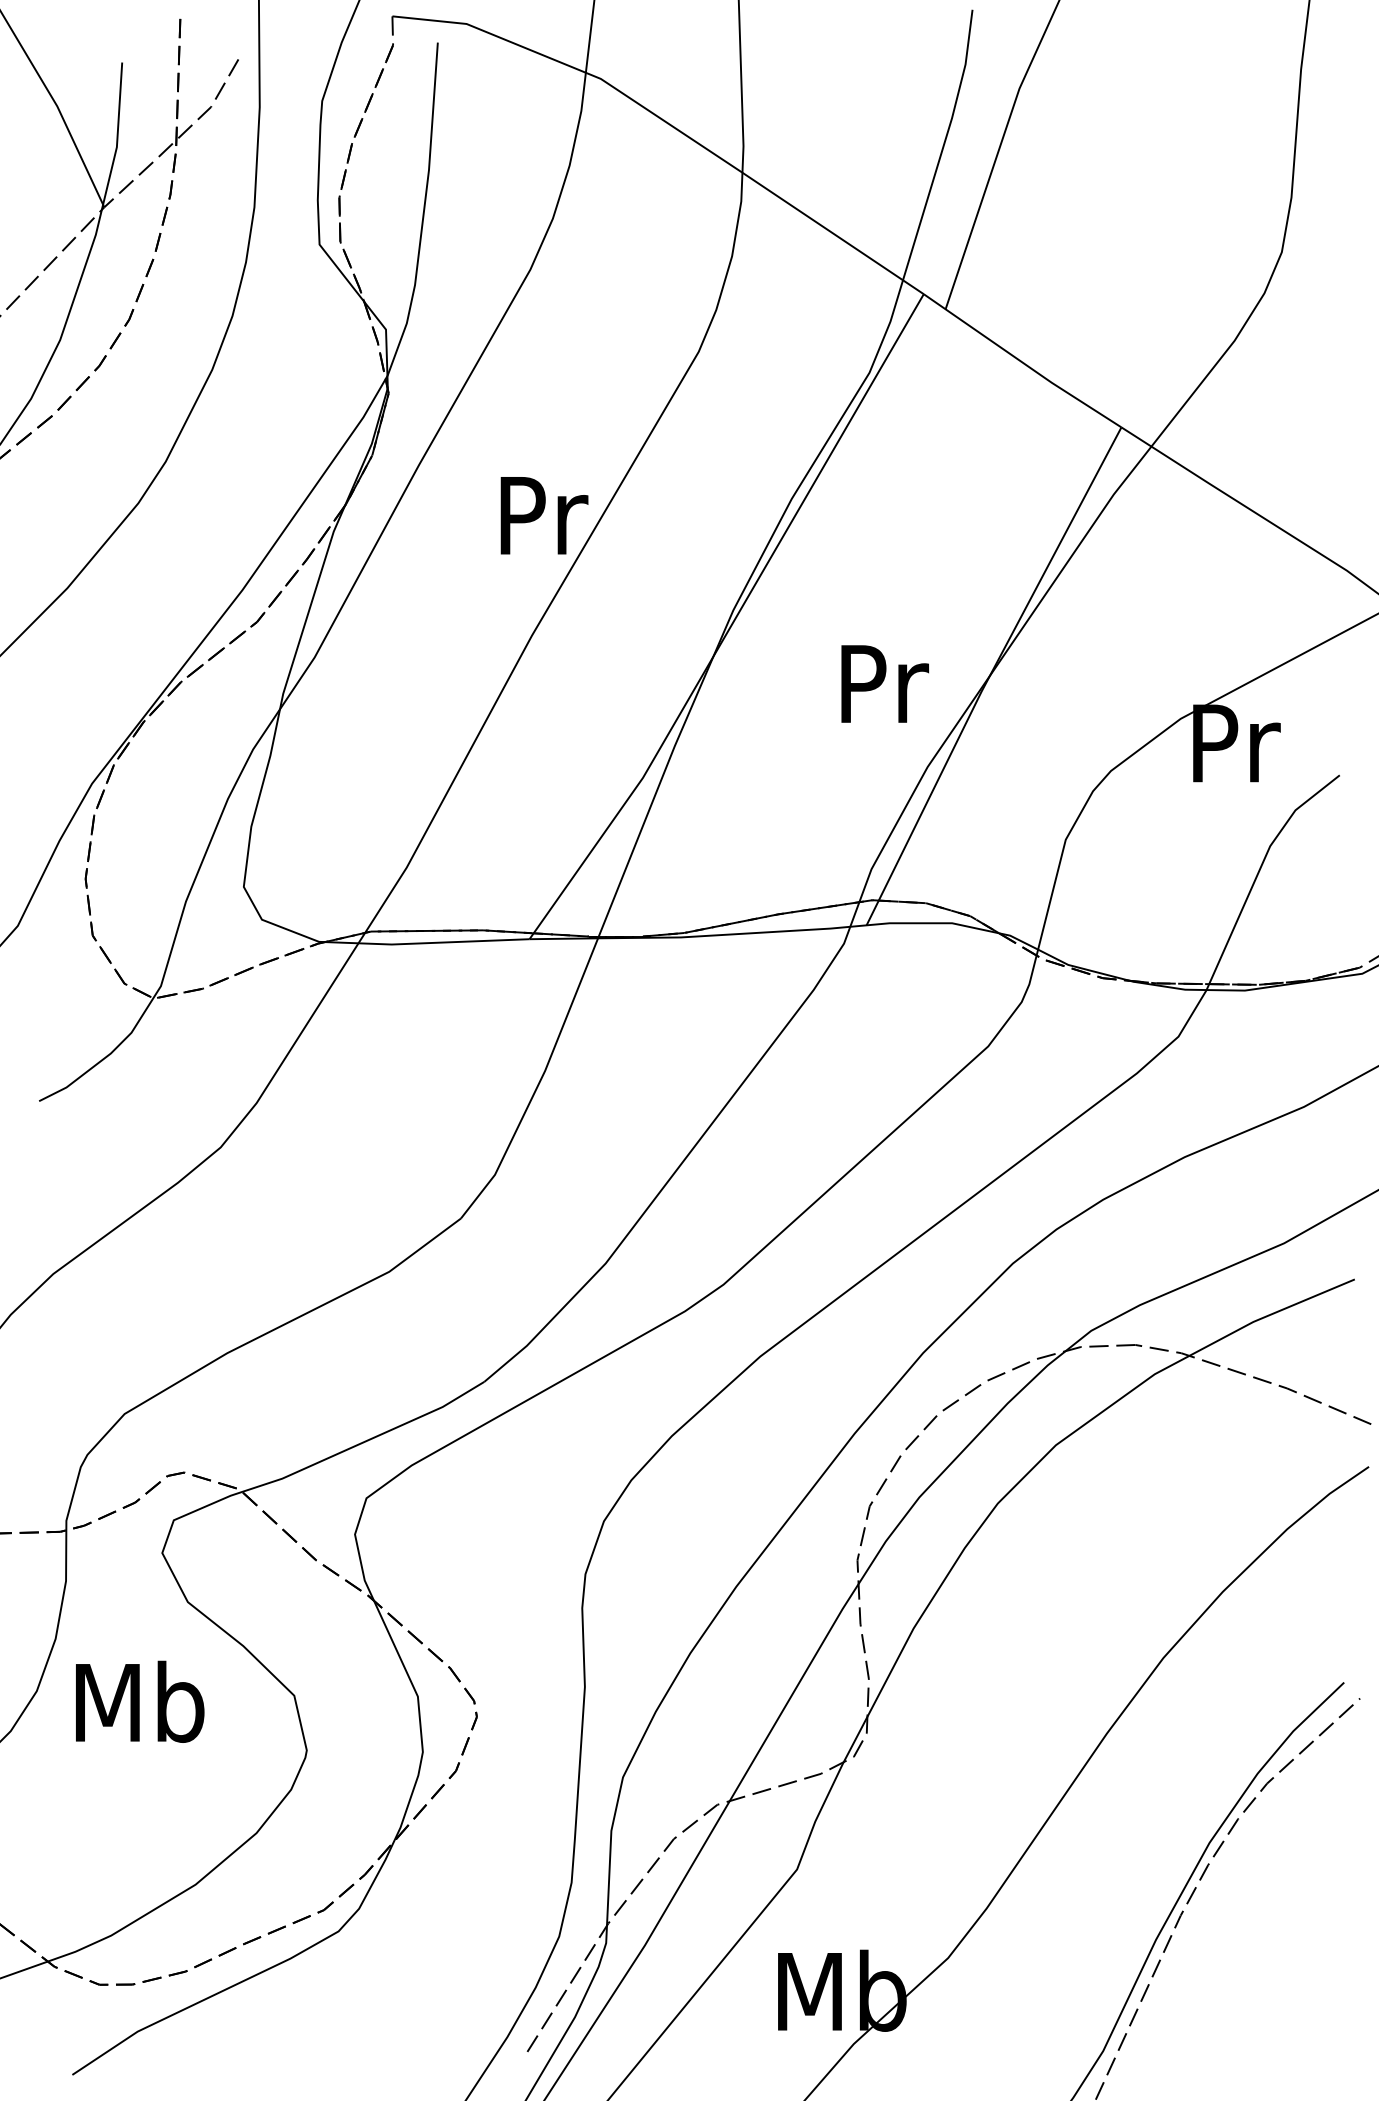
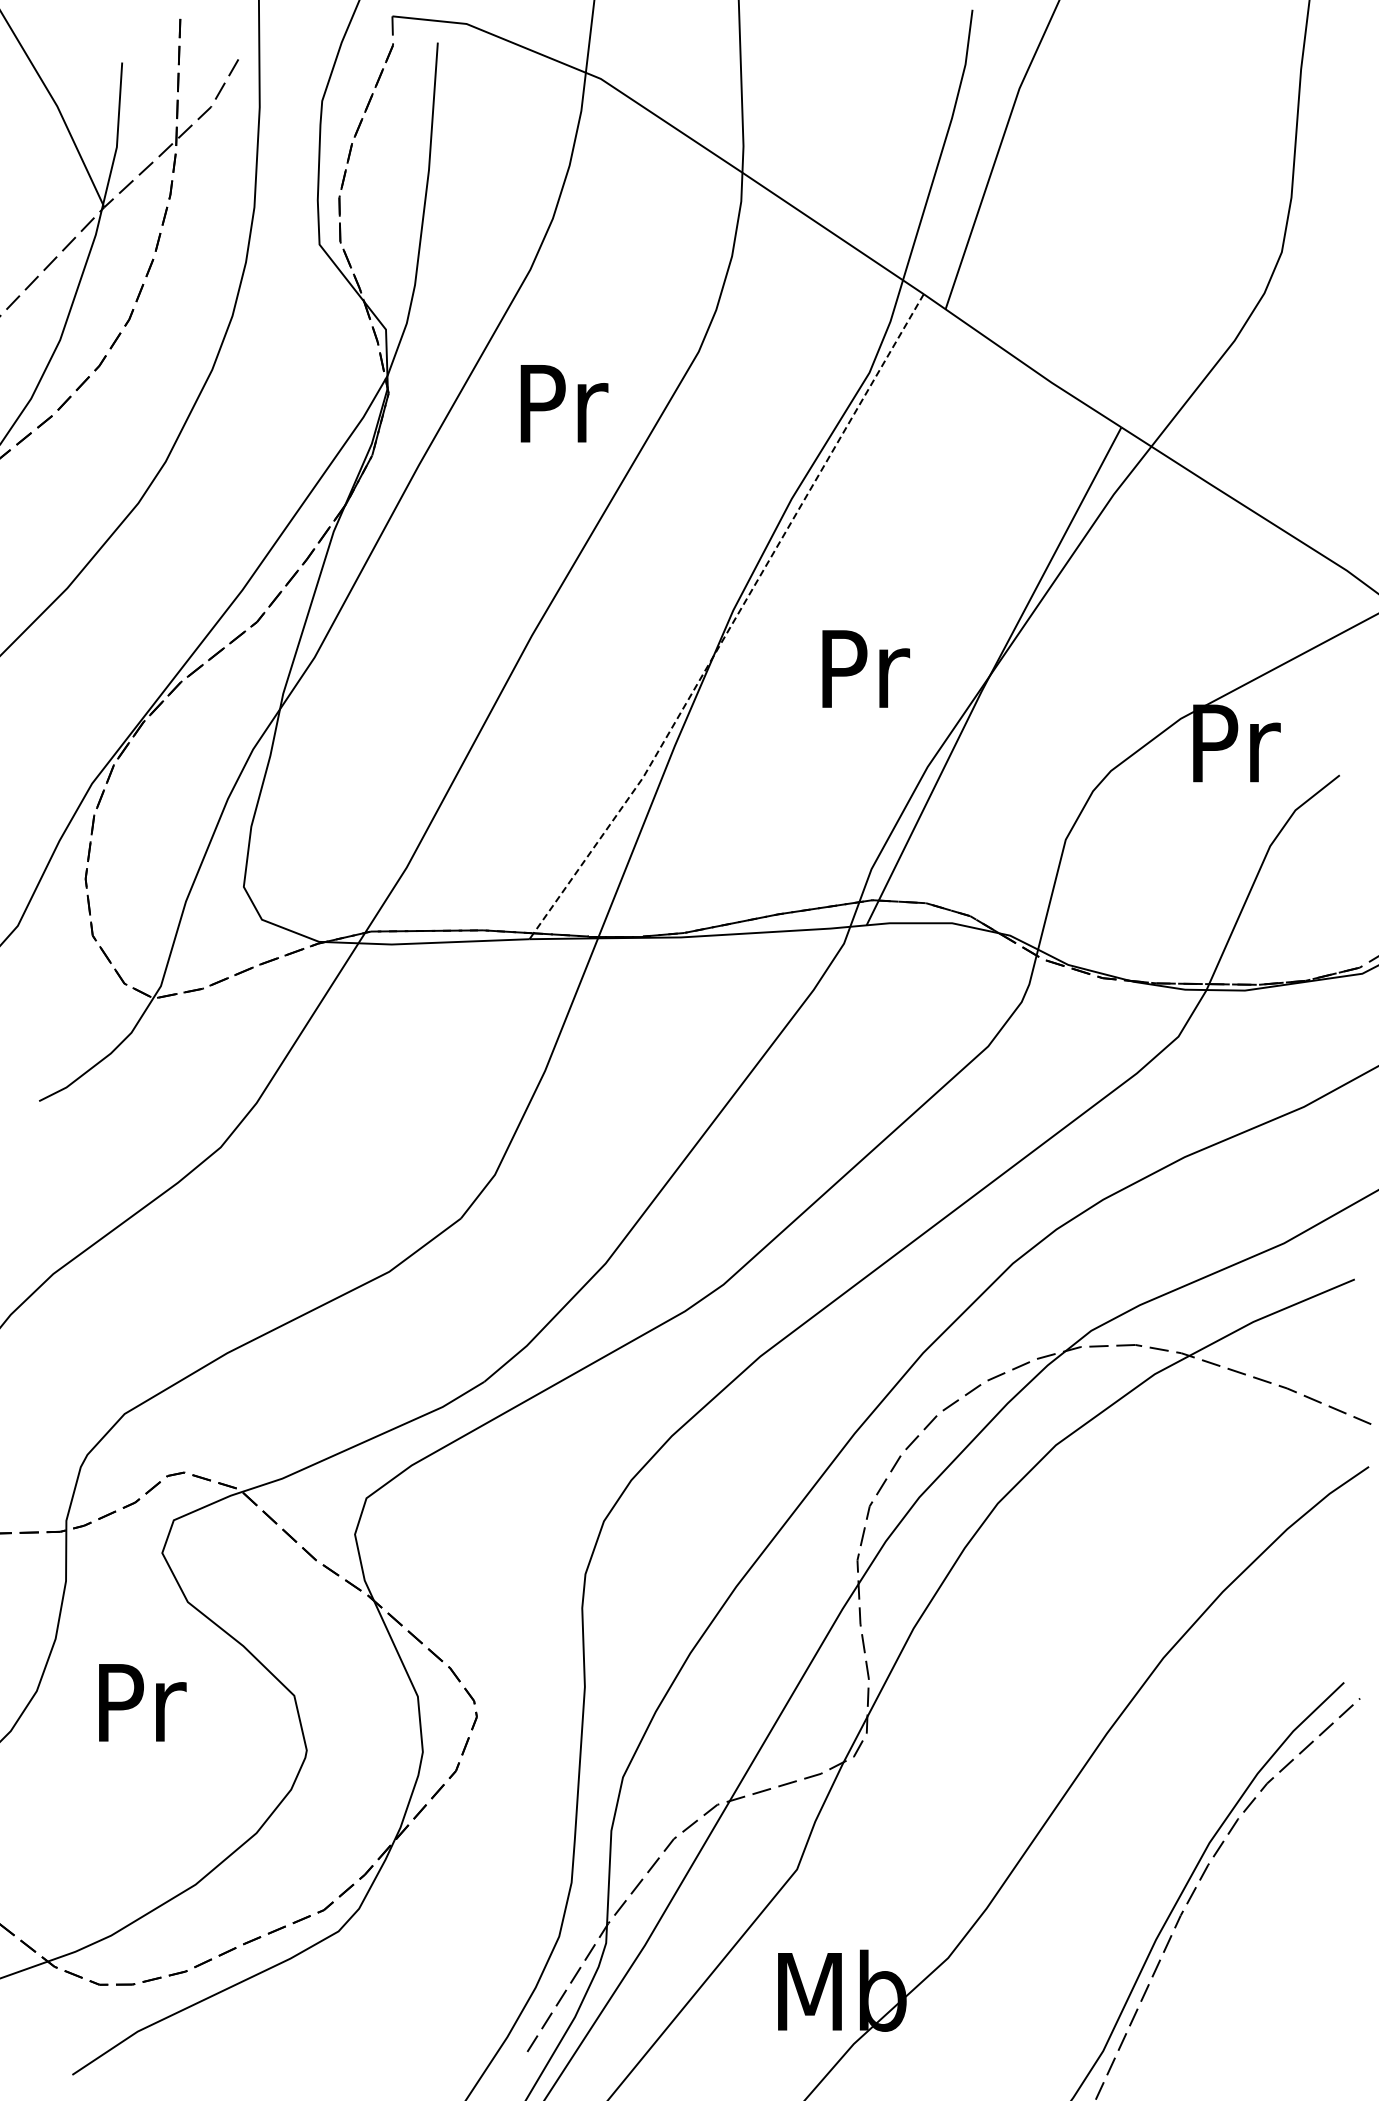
text at (544, 515) position: (544, 515) -> (564, 403)
line at (735, 619): solid -> dashed
text at (885, 683) position: (885, 683) -> (866, 668)
text at (140, 1701): Mb -> Pr
